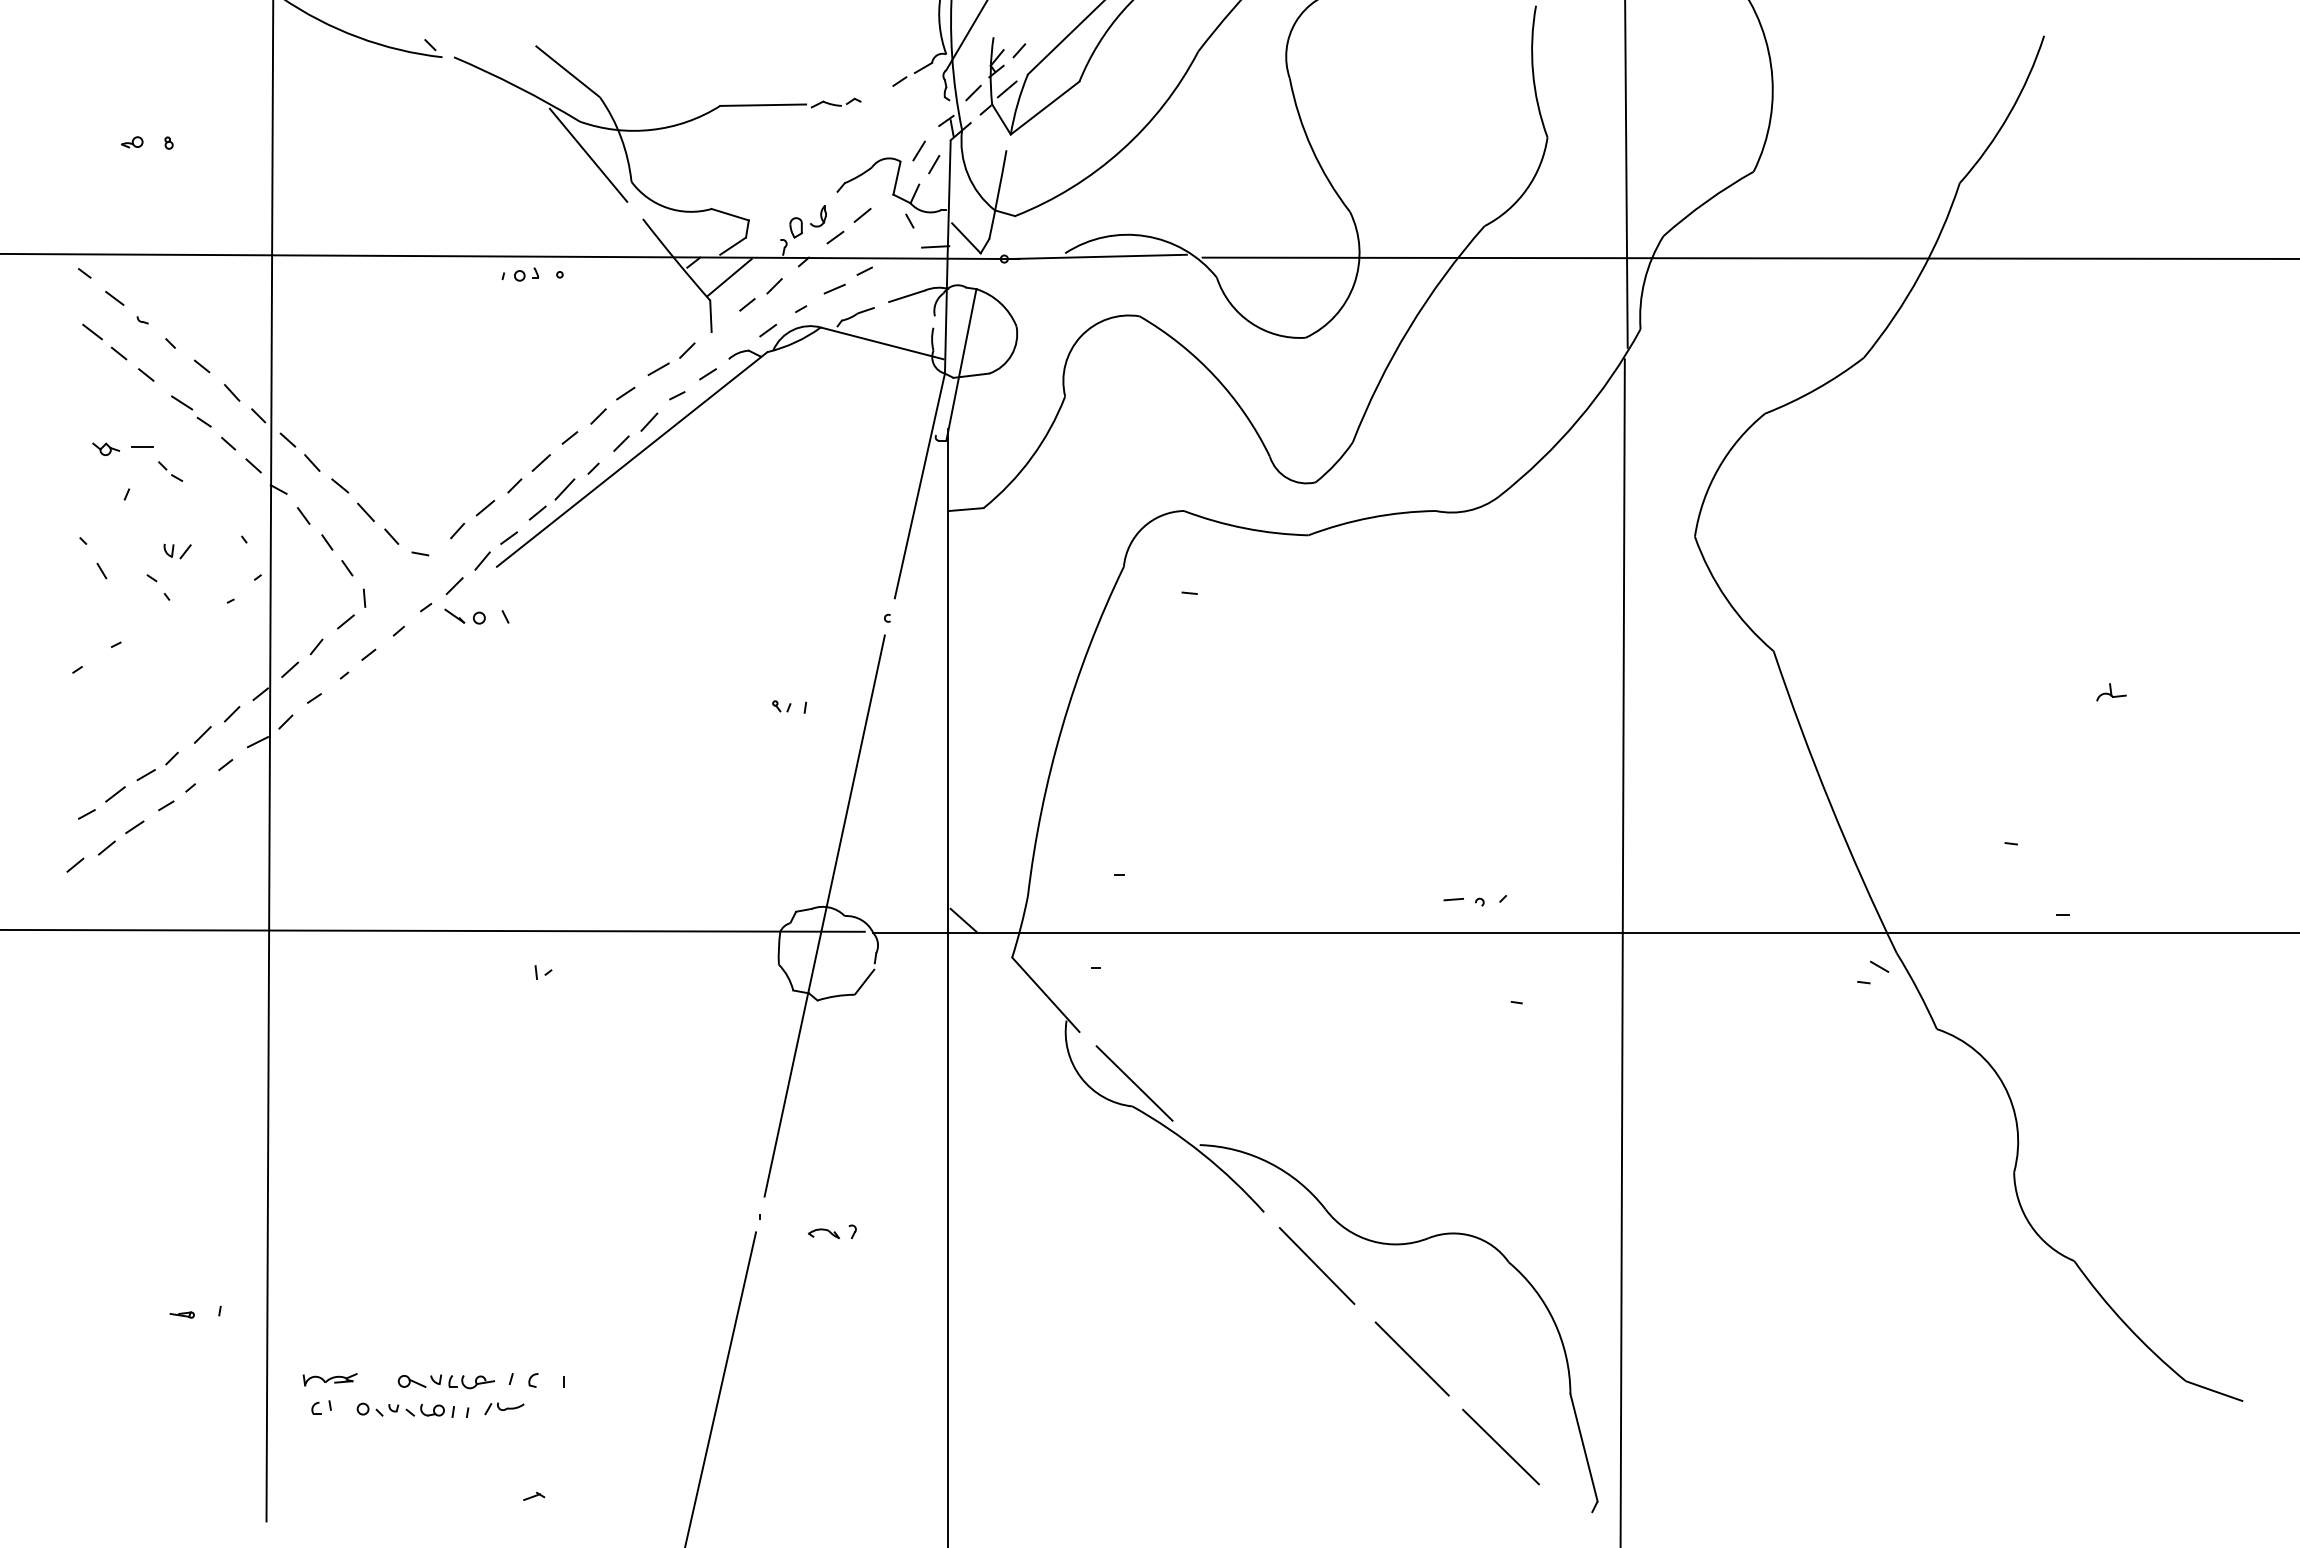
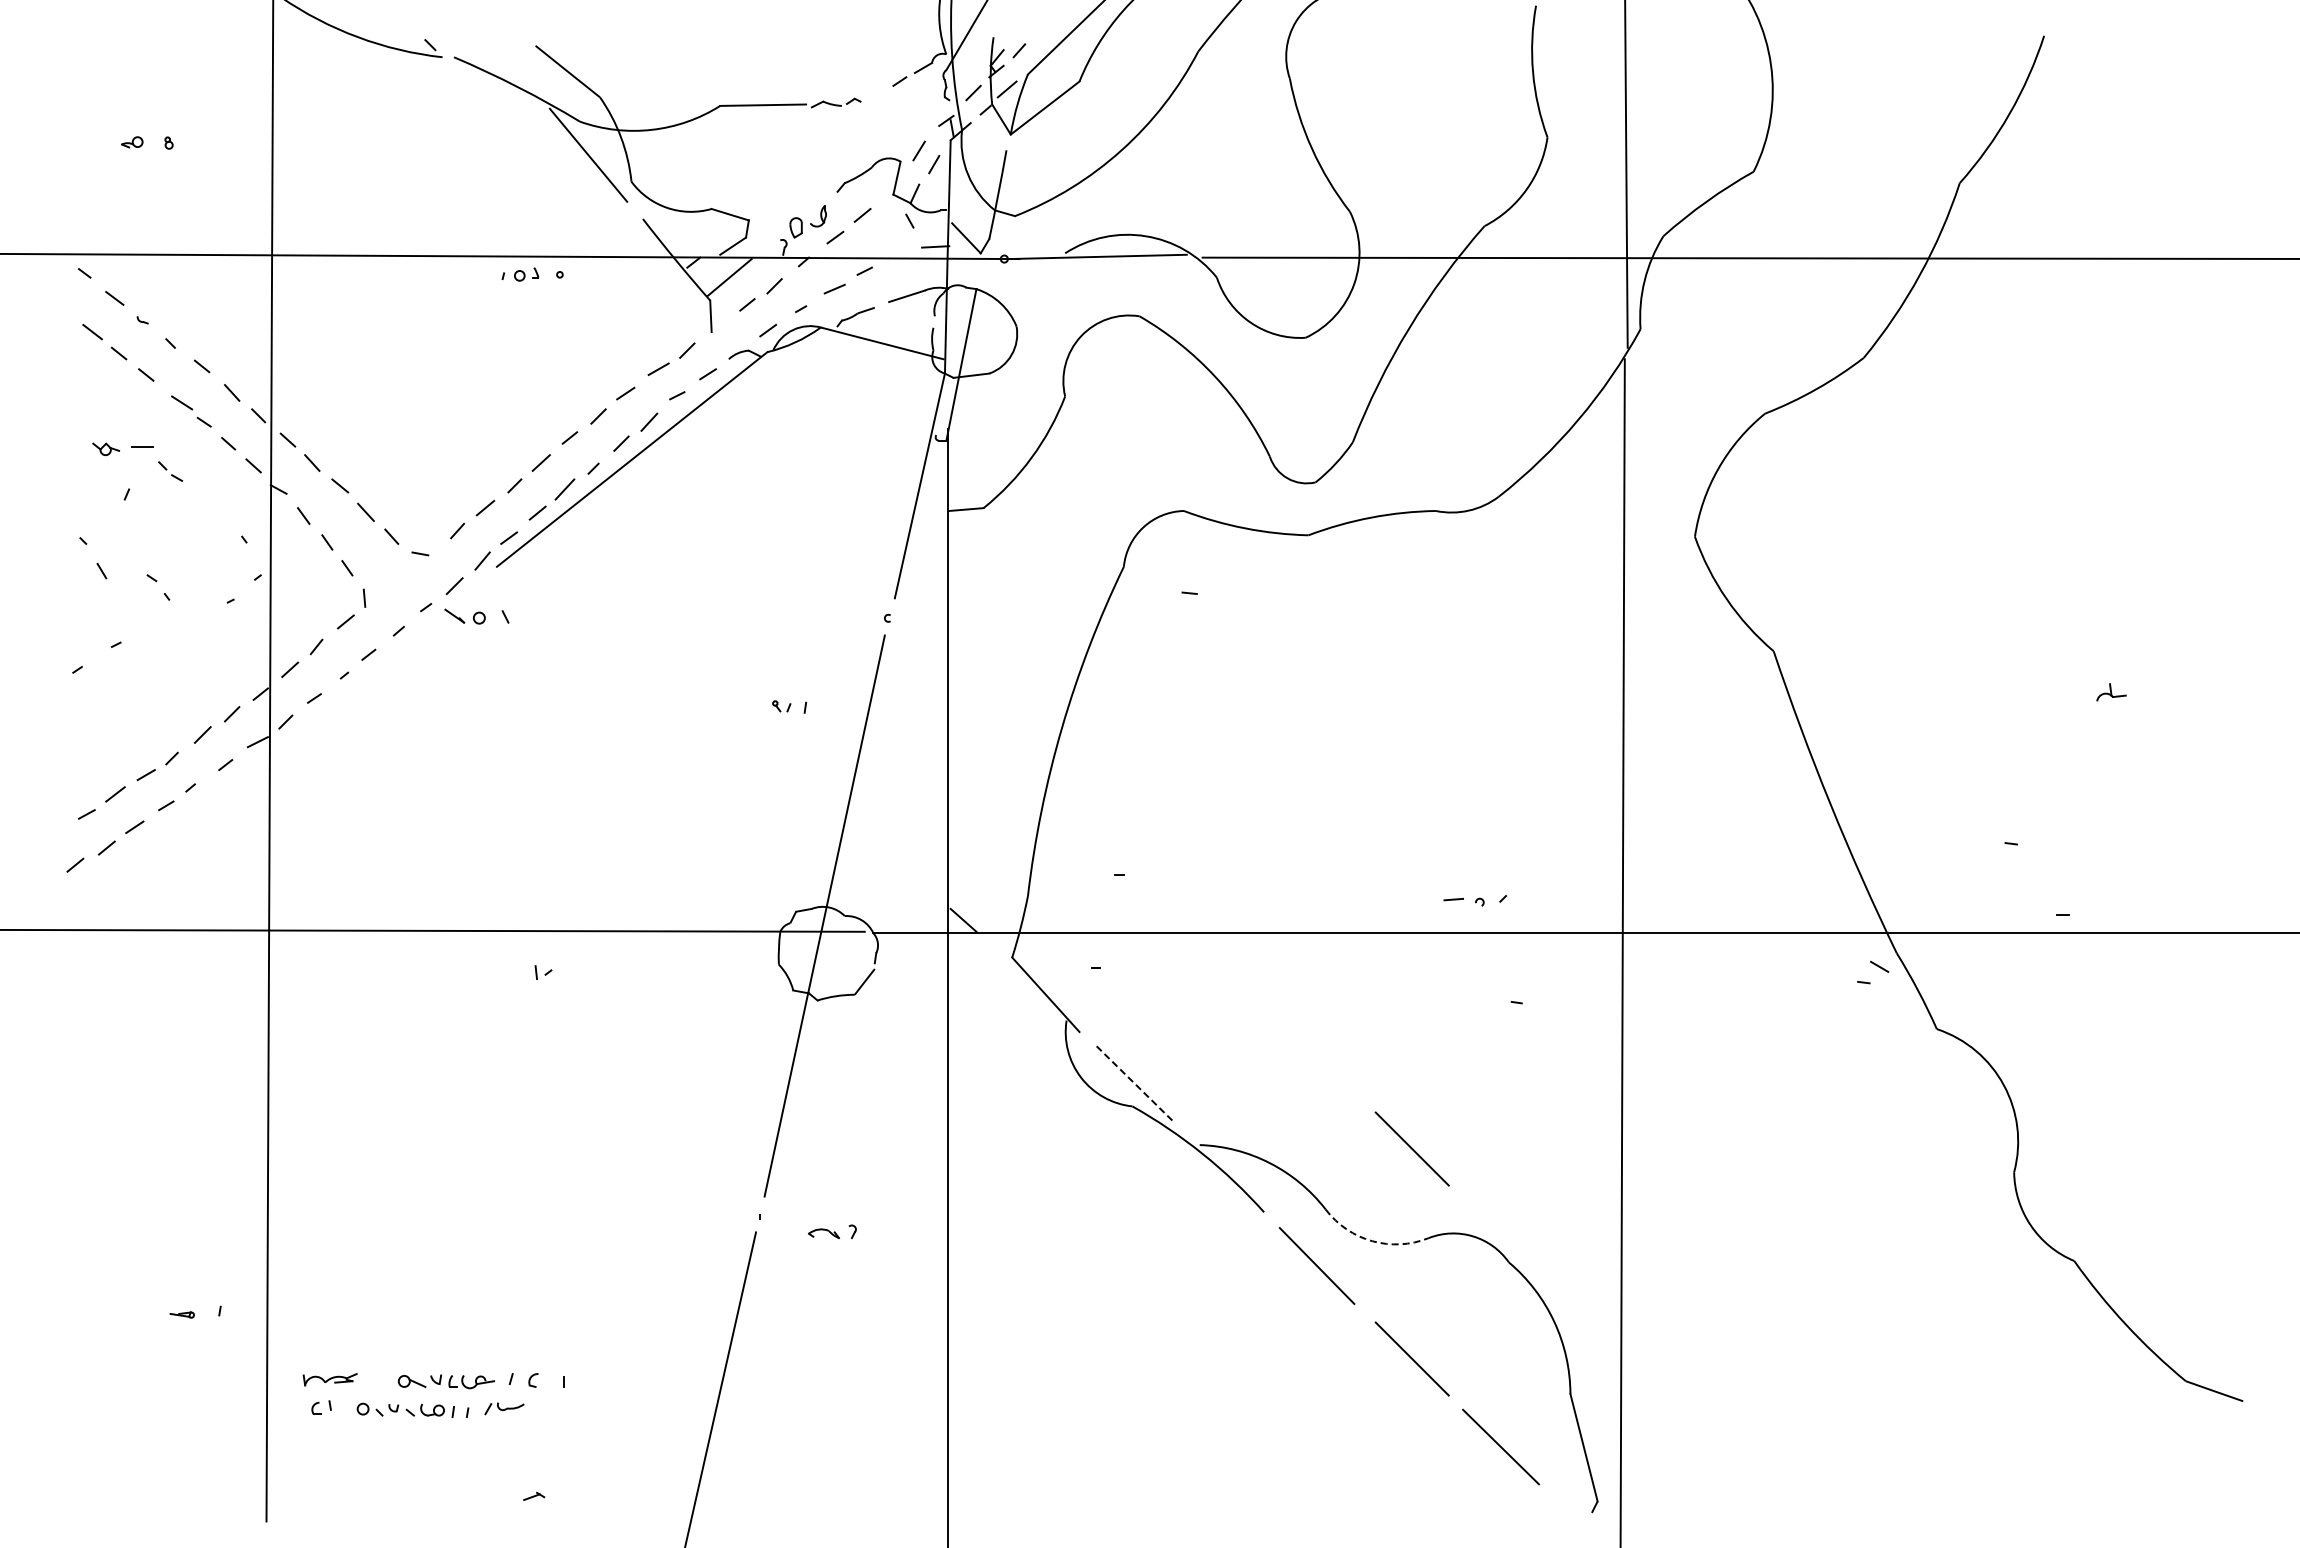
part at (177, 551): present -> none
line at (1134, 1083): solid -> dashed
line at (1411, 1148): none -> present
arc at (1372, 1241): solid -> dashed
